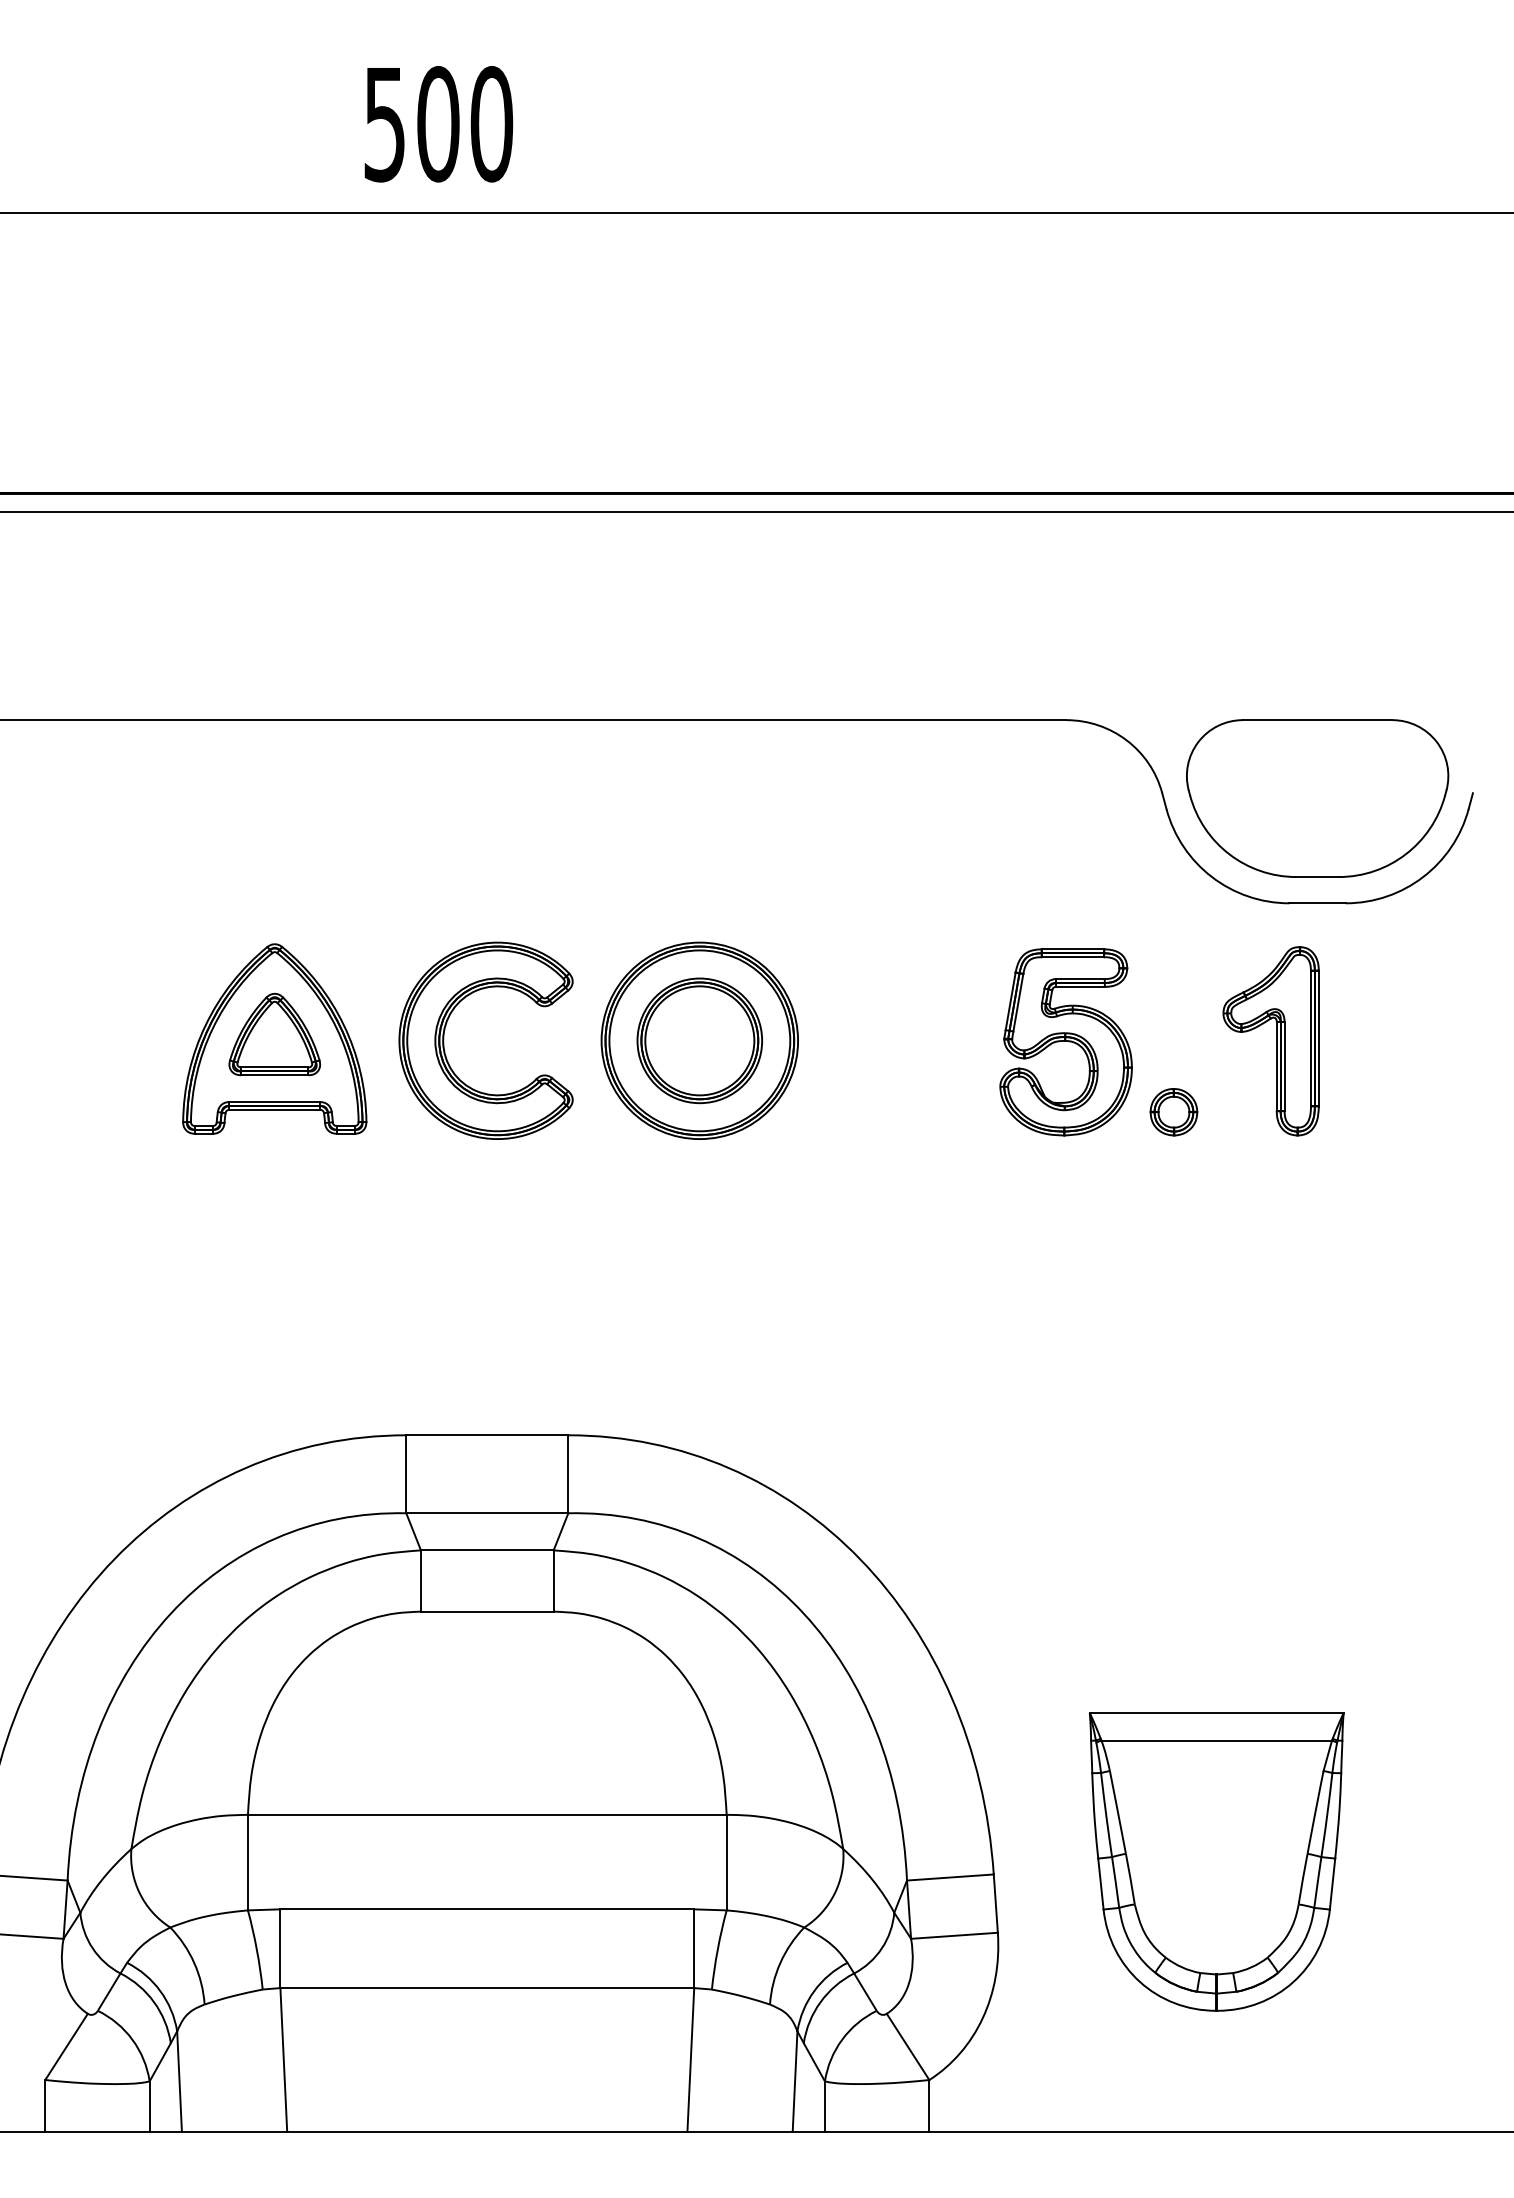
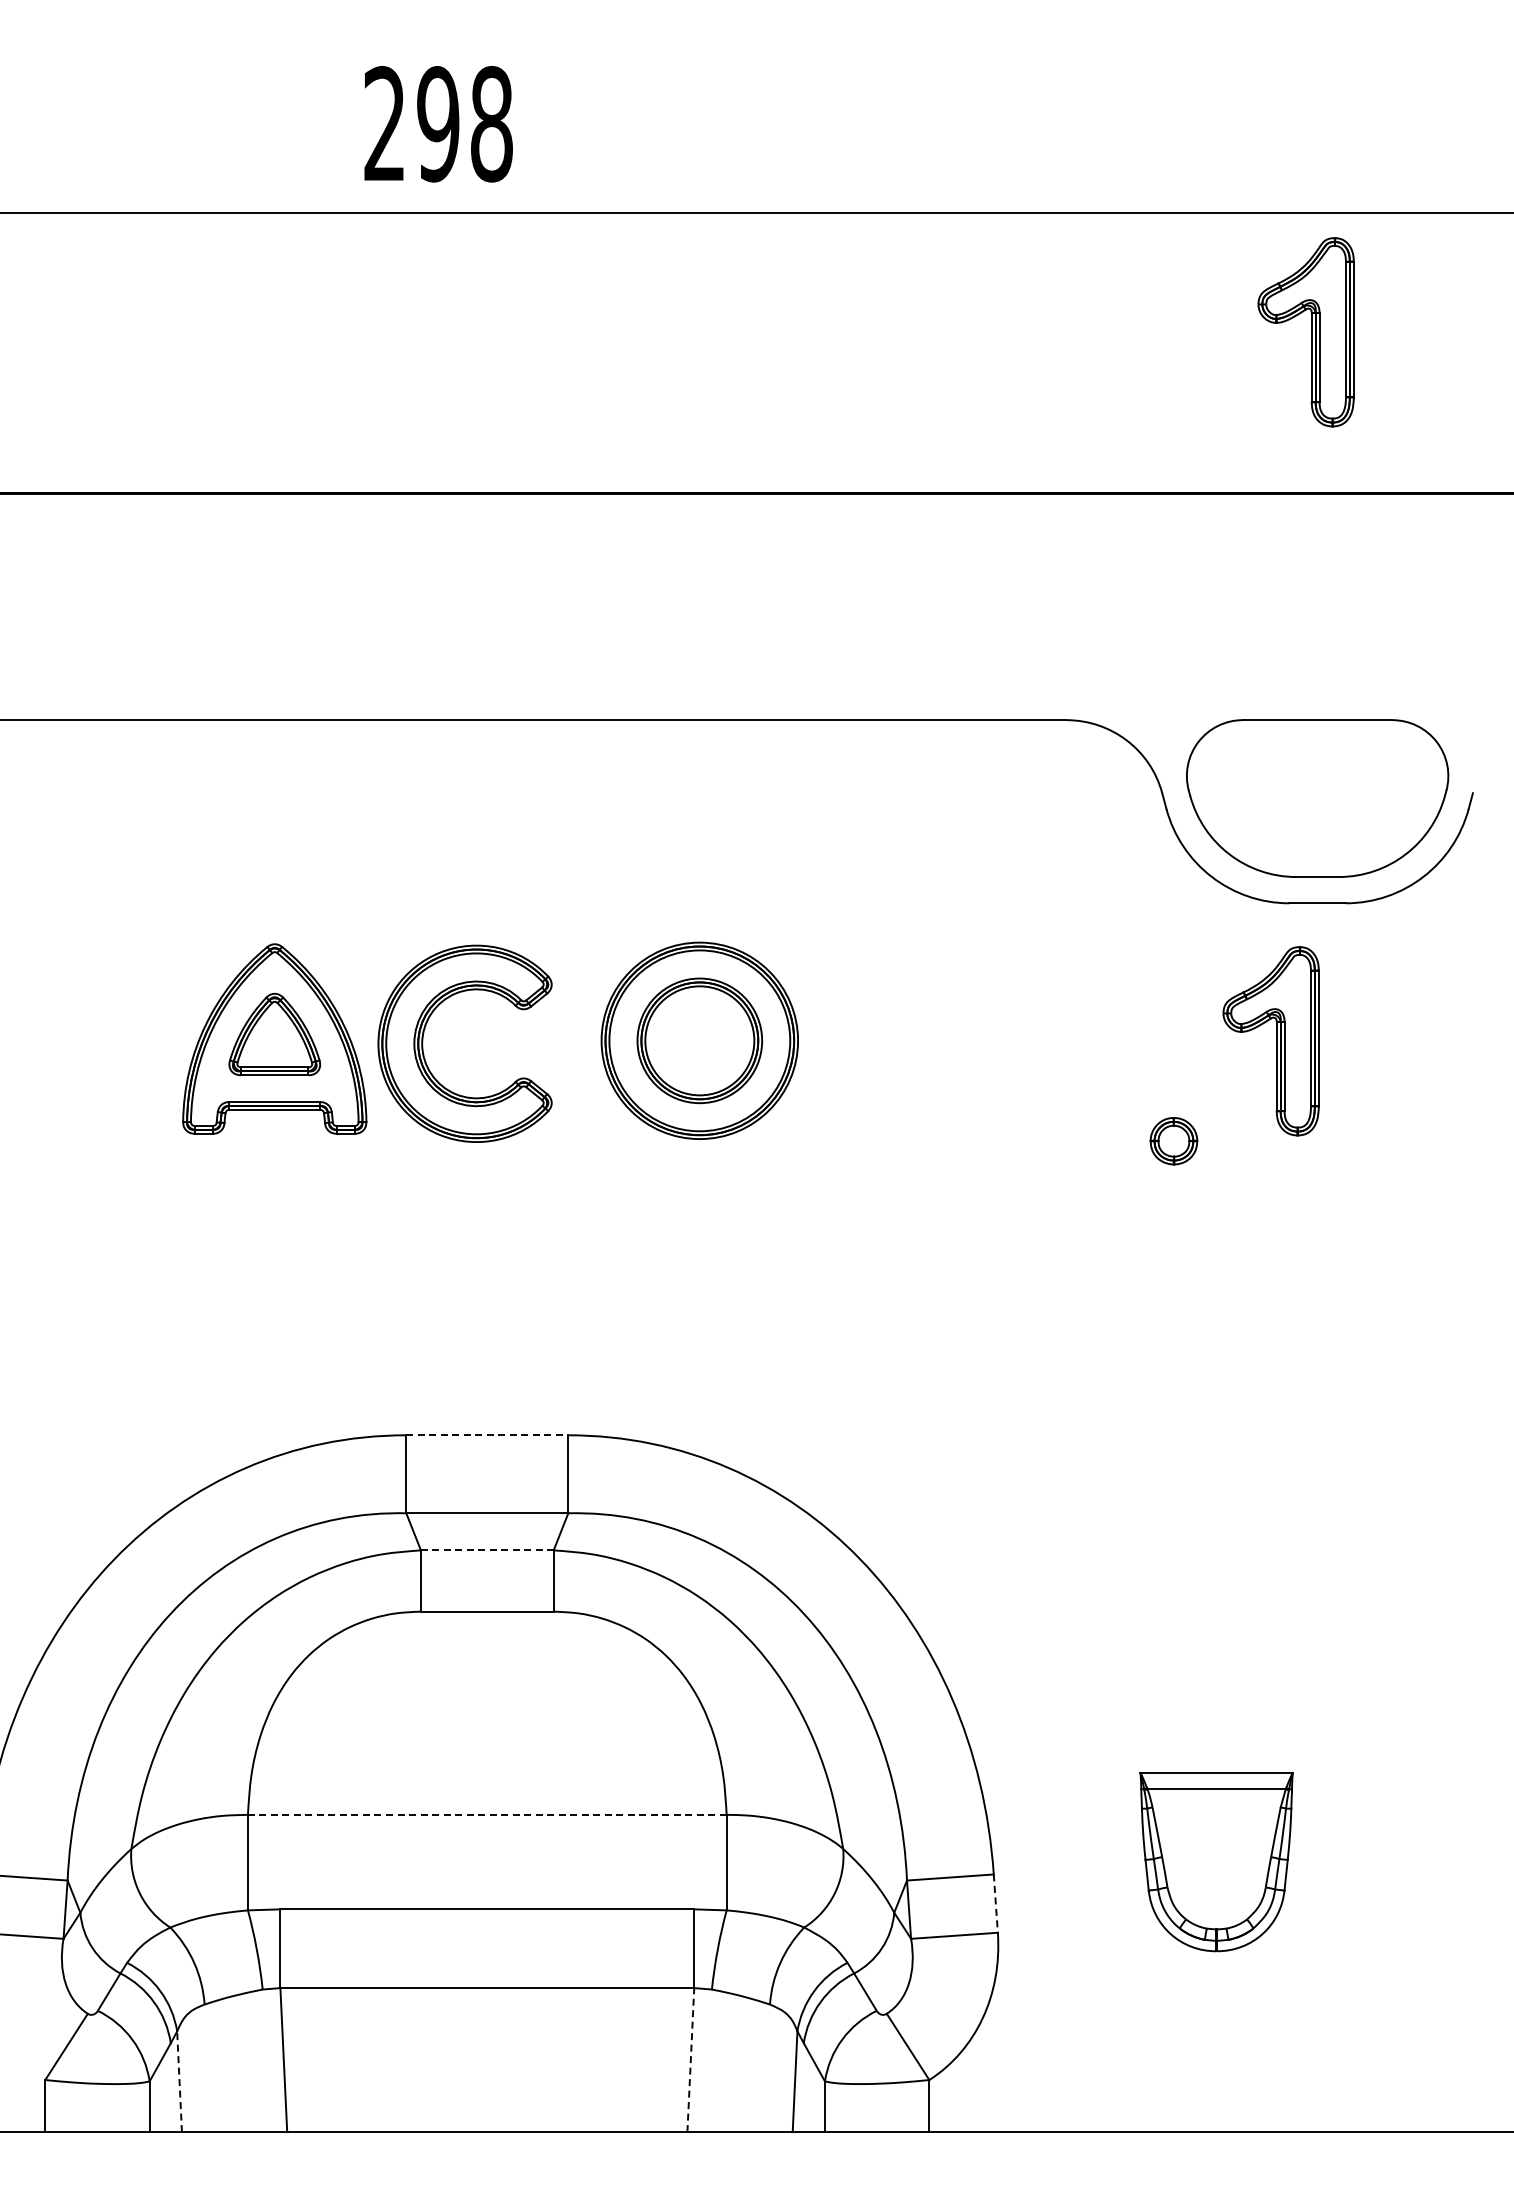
text at (438, 124): 500 -> 298
part at (1305, 332): none -> present
line at (756, 511): present -> none
part at (444, 1040) position: (444, 1040) -> (423, 1043)
part at (1065, 1042): present -> none
part at (1173, 1112) position: (1173, 1112) -> (1173, 1141)
line at (487, 1435): solid -> dashed
line at (487, 1550): solid -> dashed
line at (487, 1814): solid -> dashed
part at (1216, 1861) size: 257x300 px -> 155x181 px
line at (995, 1904): solid -> dashed
line at (690, 2059): solid -> dashed
line at (179, 2081): solid -> dashed
